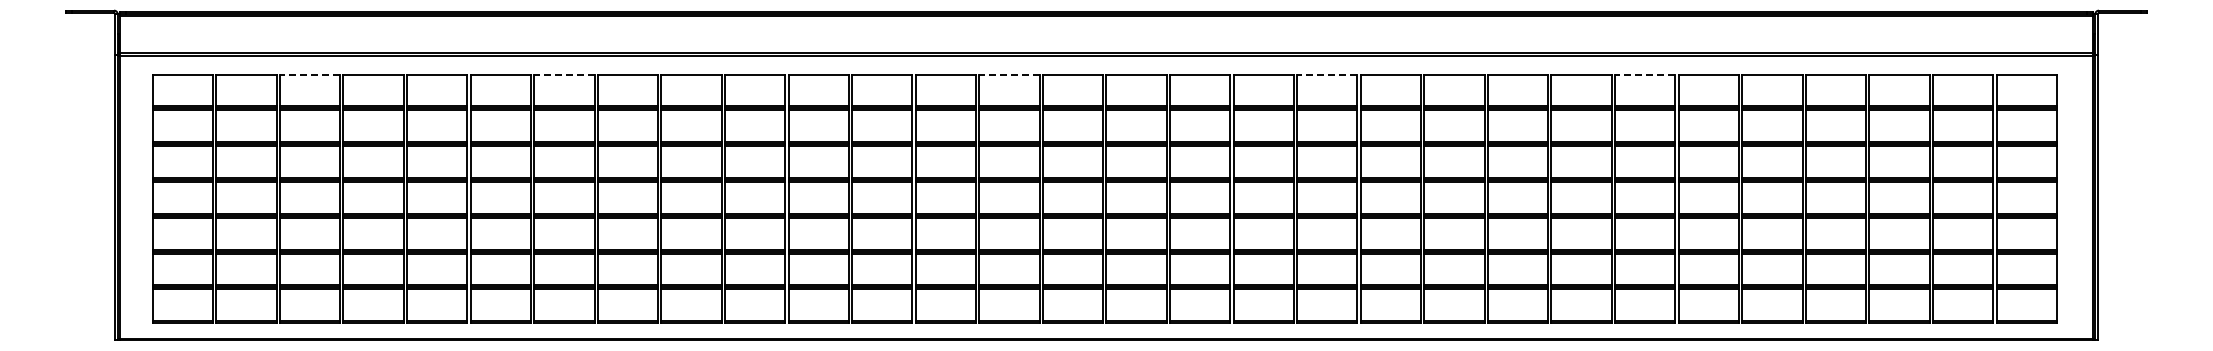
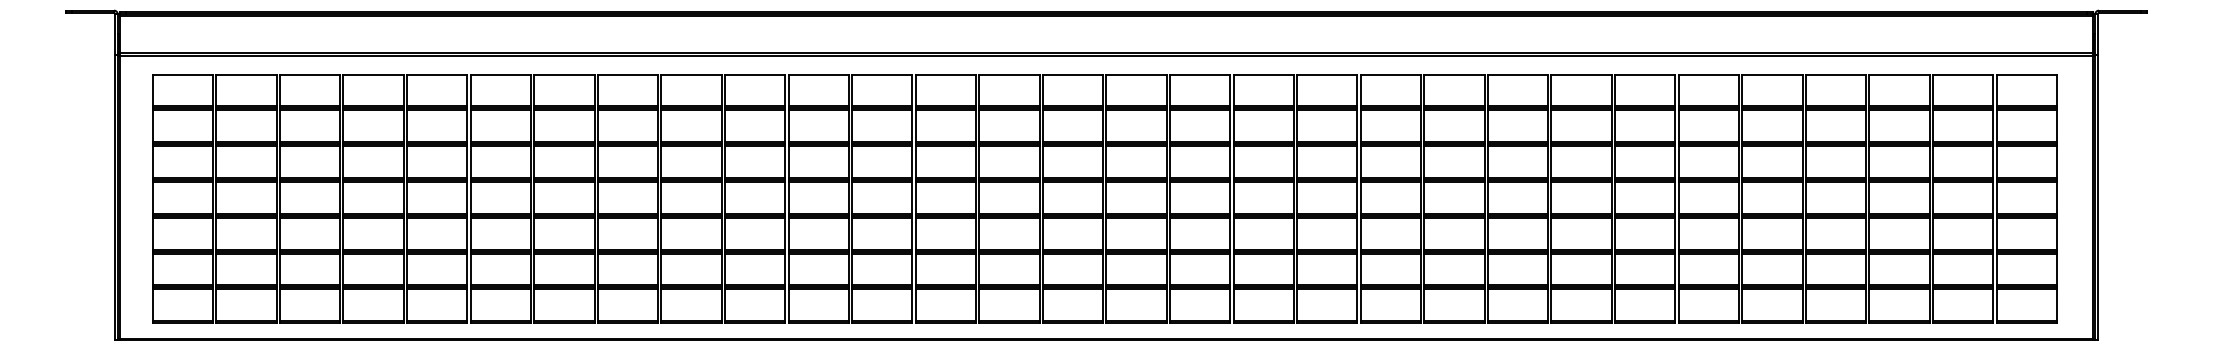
line at (309, 74): dashed -> solid
line at (563, 74): dashed -> solid
line at (1008, 74): dashed -> solid
line at (1326, 74): dashed -> solid
line at (1644, 74): dashed -> solid
